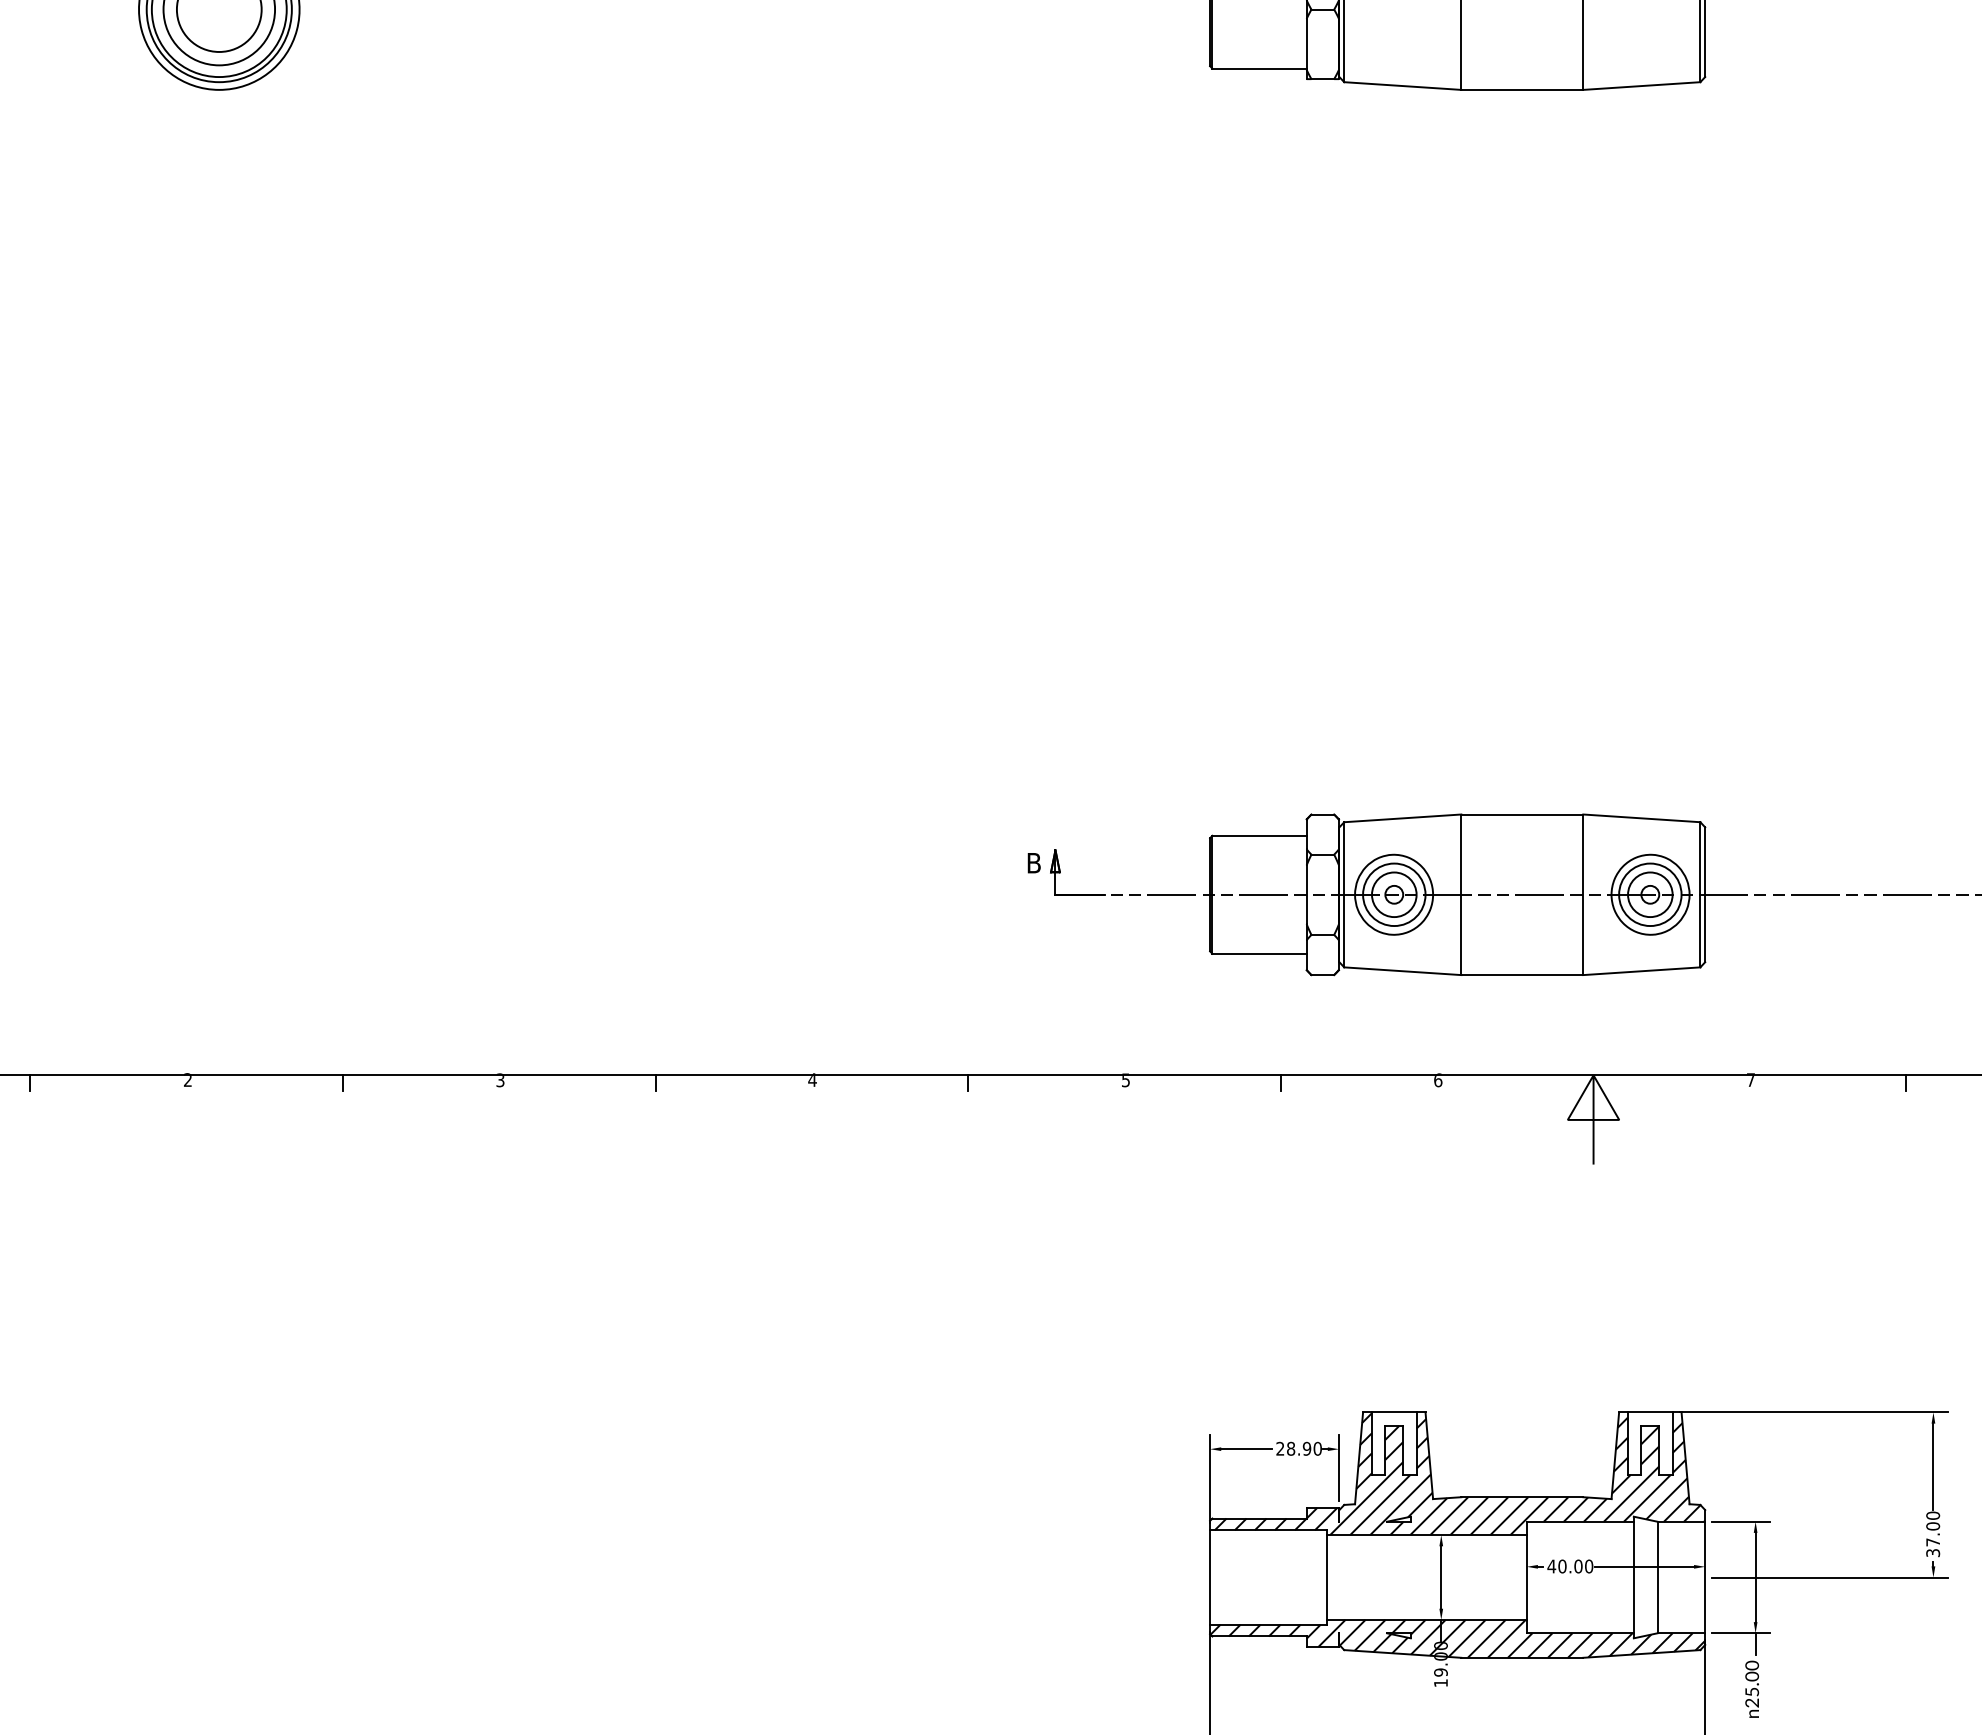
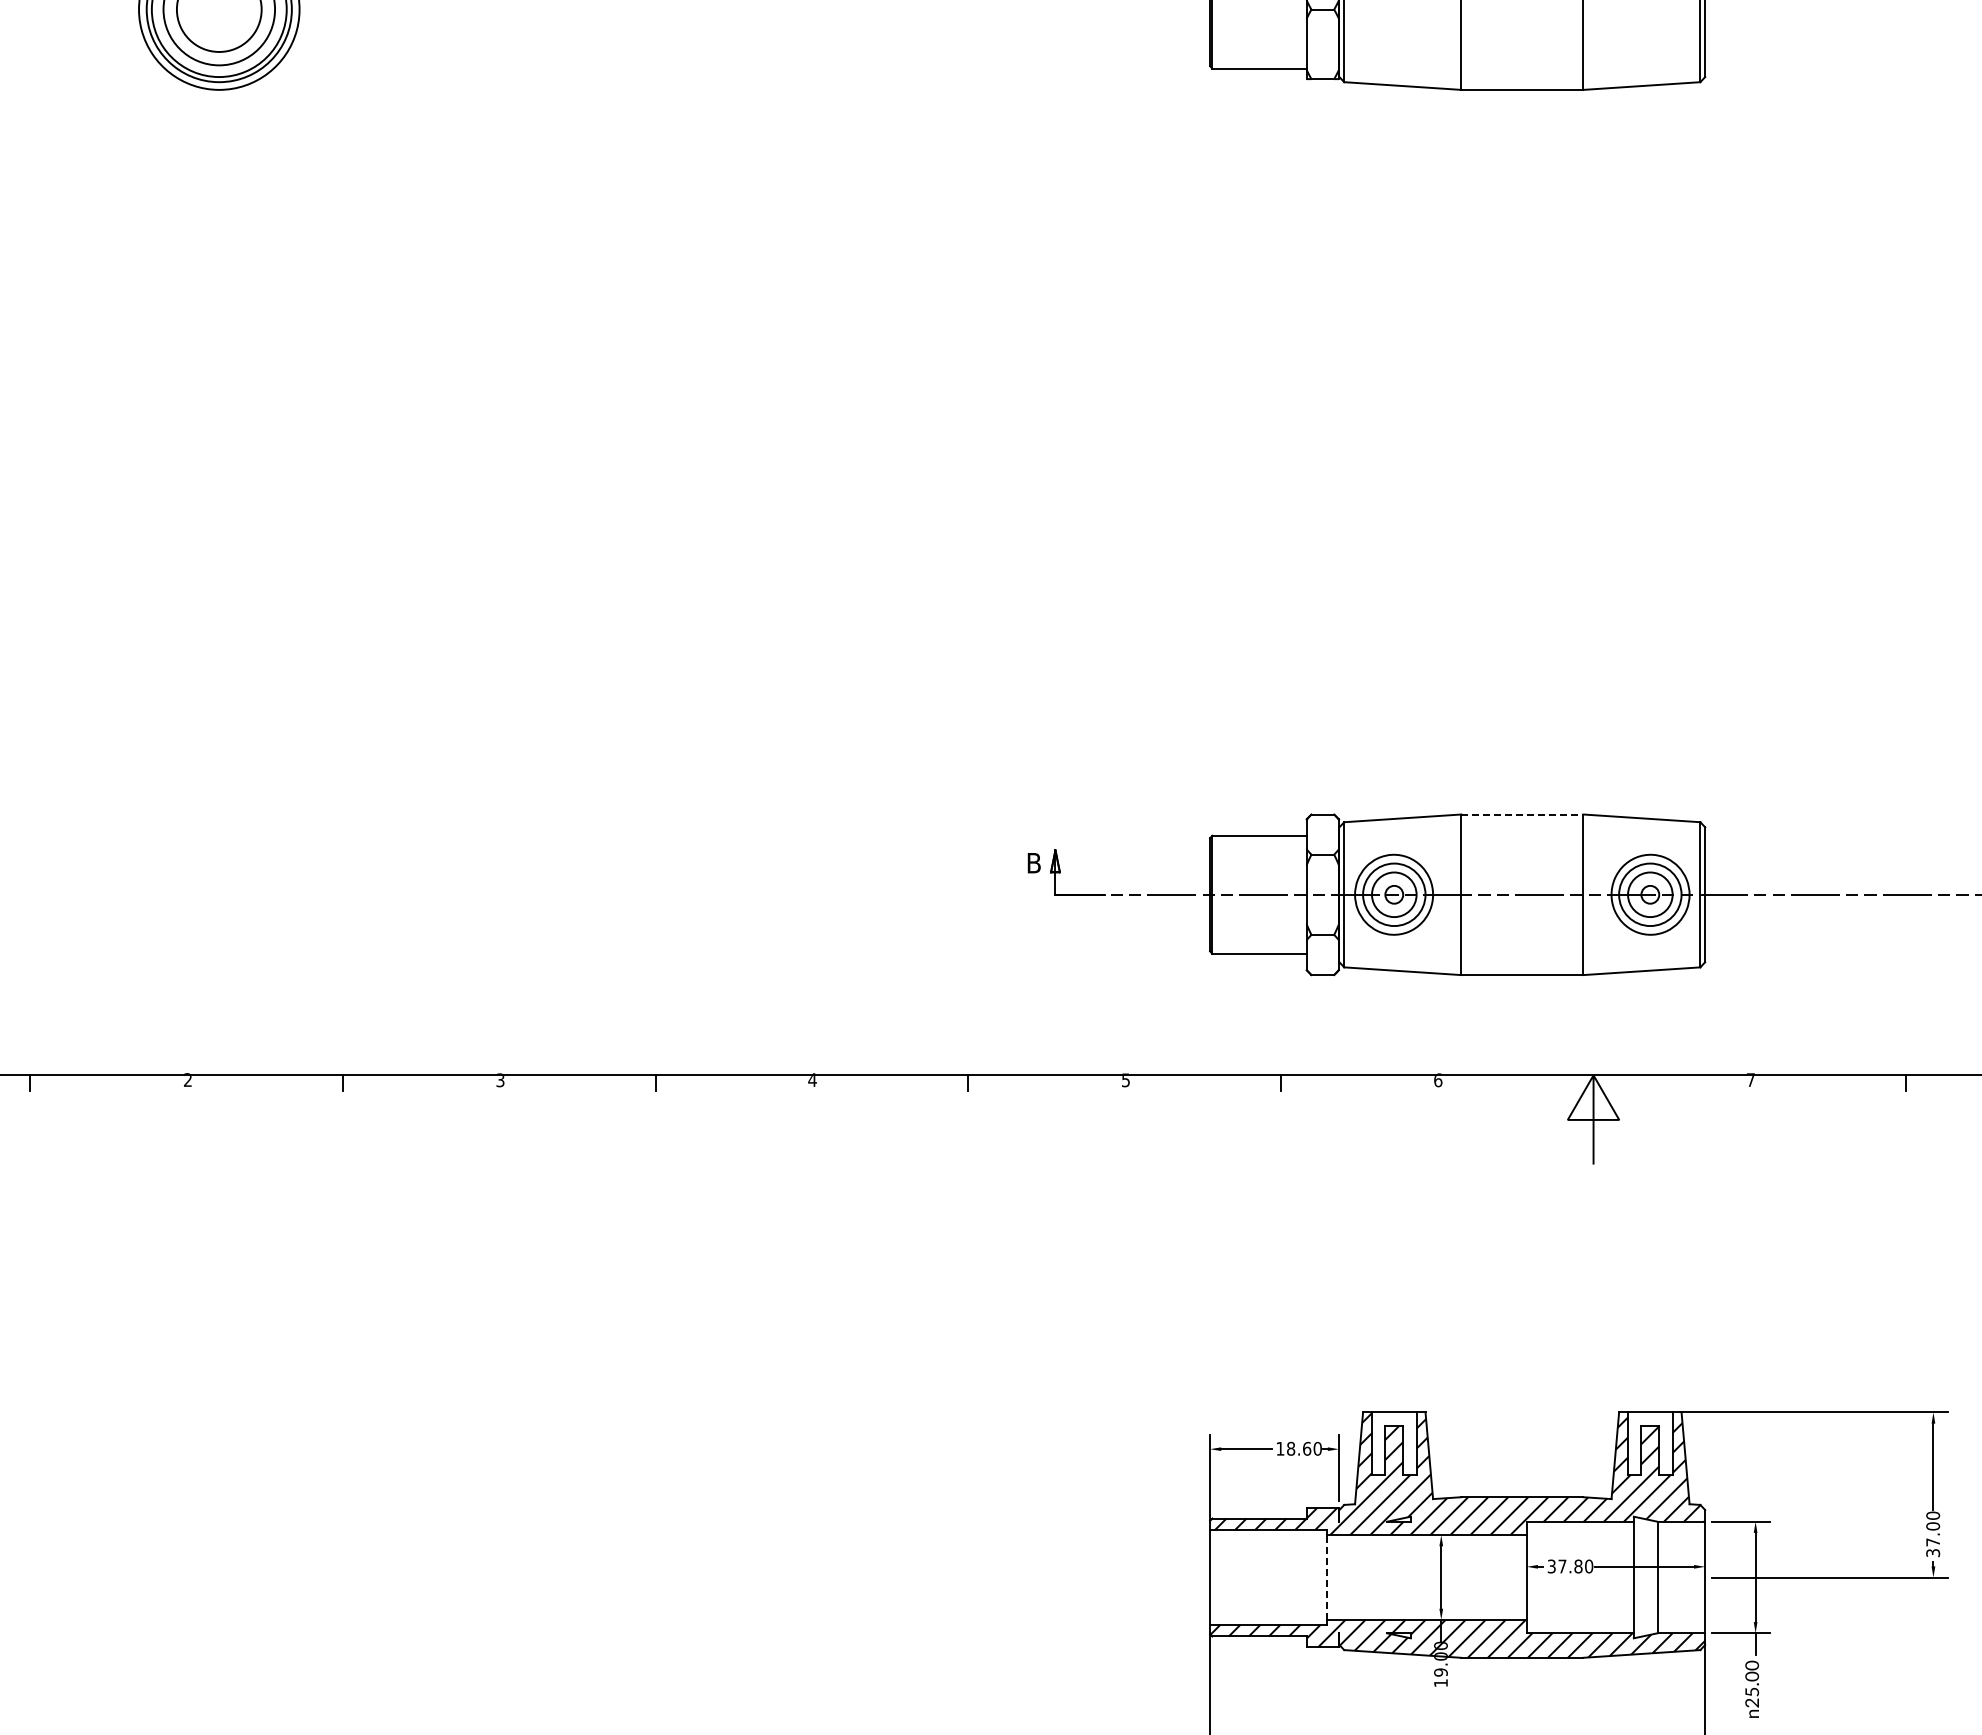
line at (1522, 814): solid -> dashed
text at (1293, 1448): 28.90 -> 18.60
text at (1564, 1566): 40.00 -> 37.80
line at (1326, 1577): solid -> dashed
